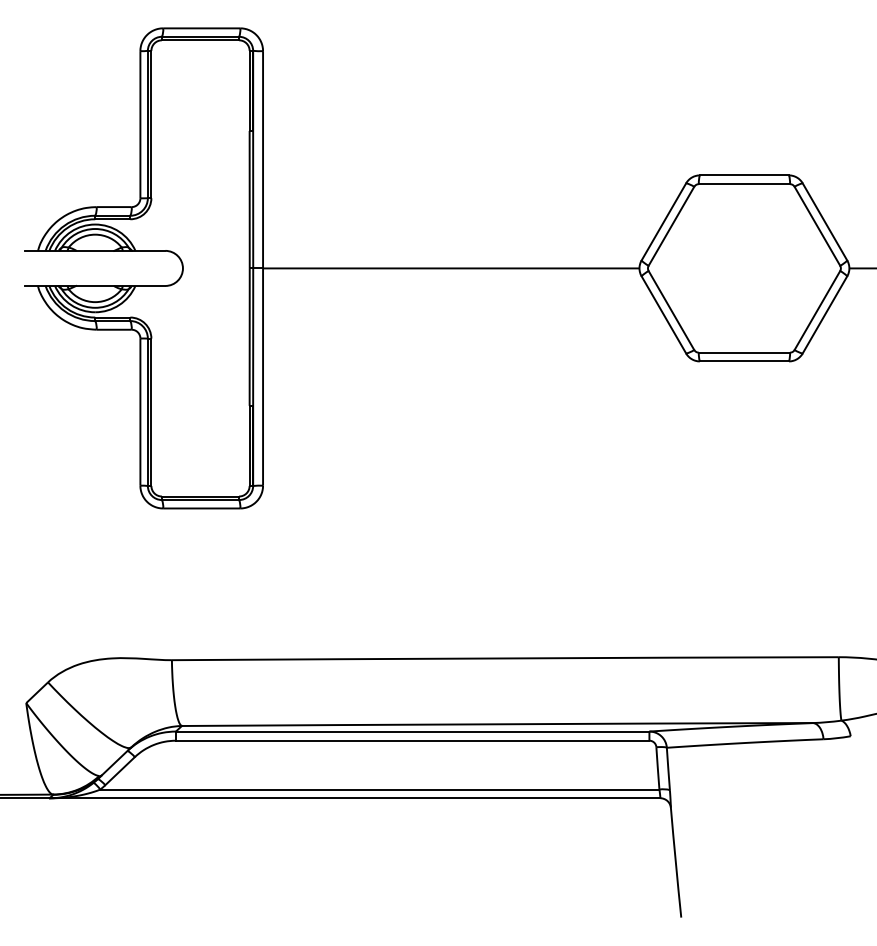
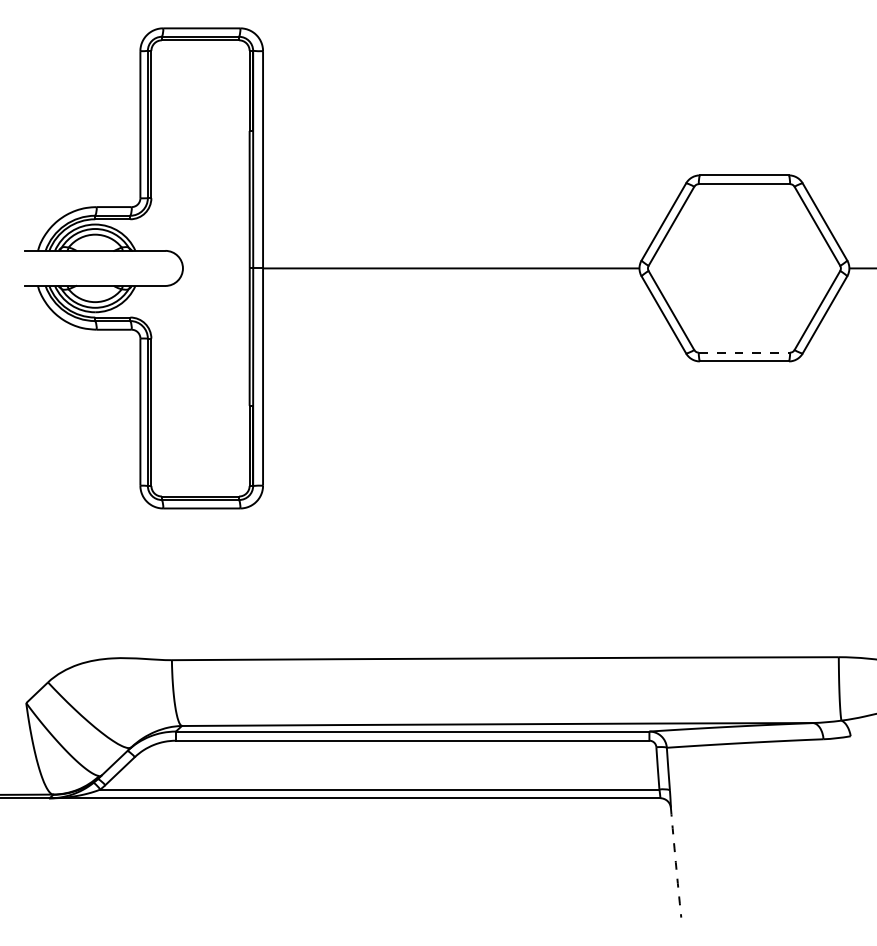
line at (744, 352): solid -> dashed
arc at (675, 862): solid -> dashed
